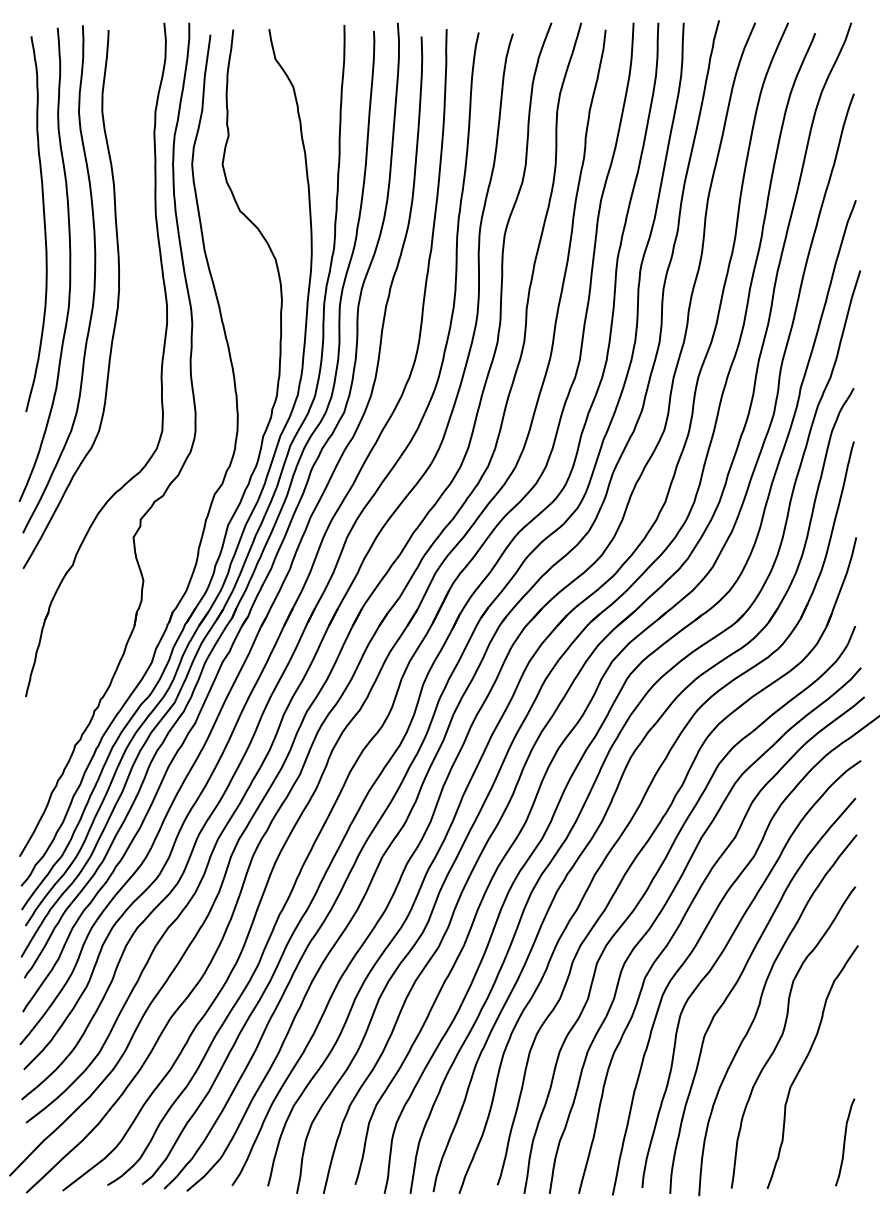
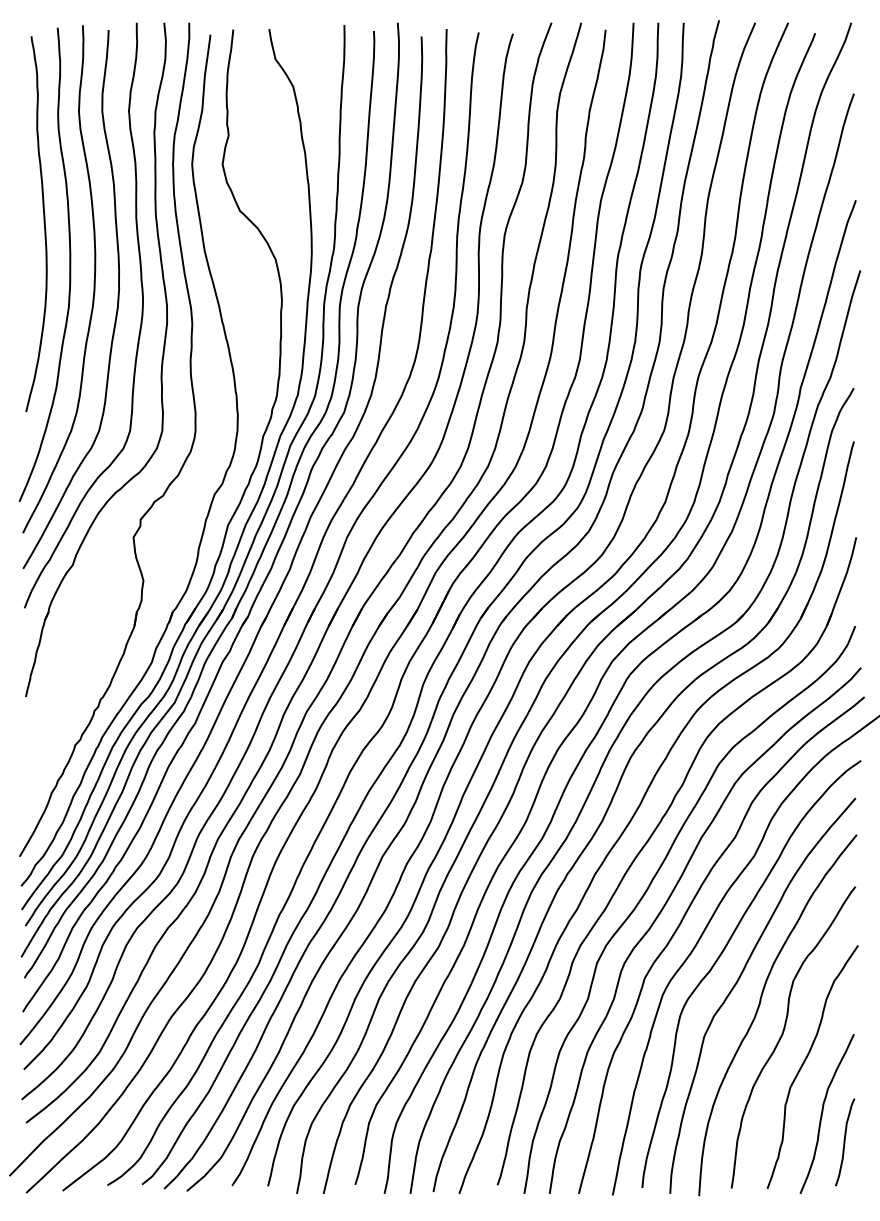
curve at (140, 320): none -> present
curve at (823, 1111): none -> present
